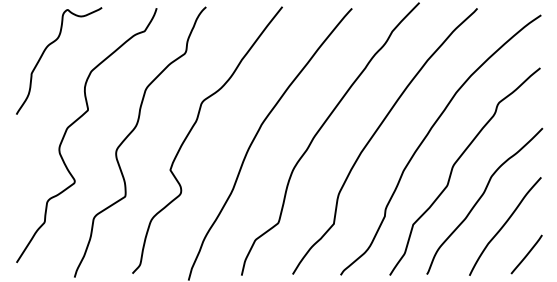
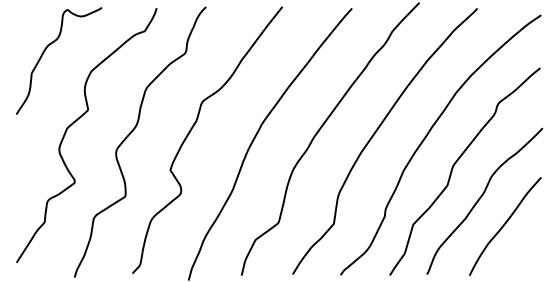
line at (526, 254): present -> none
